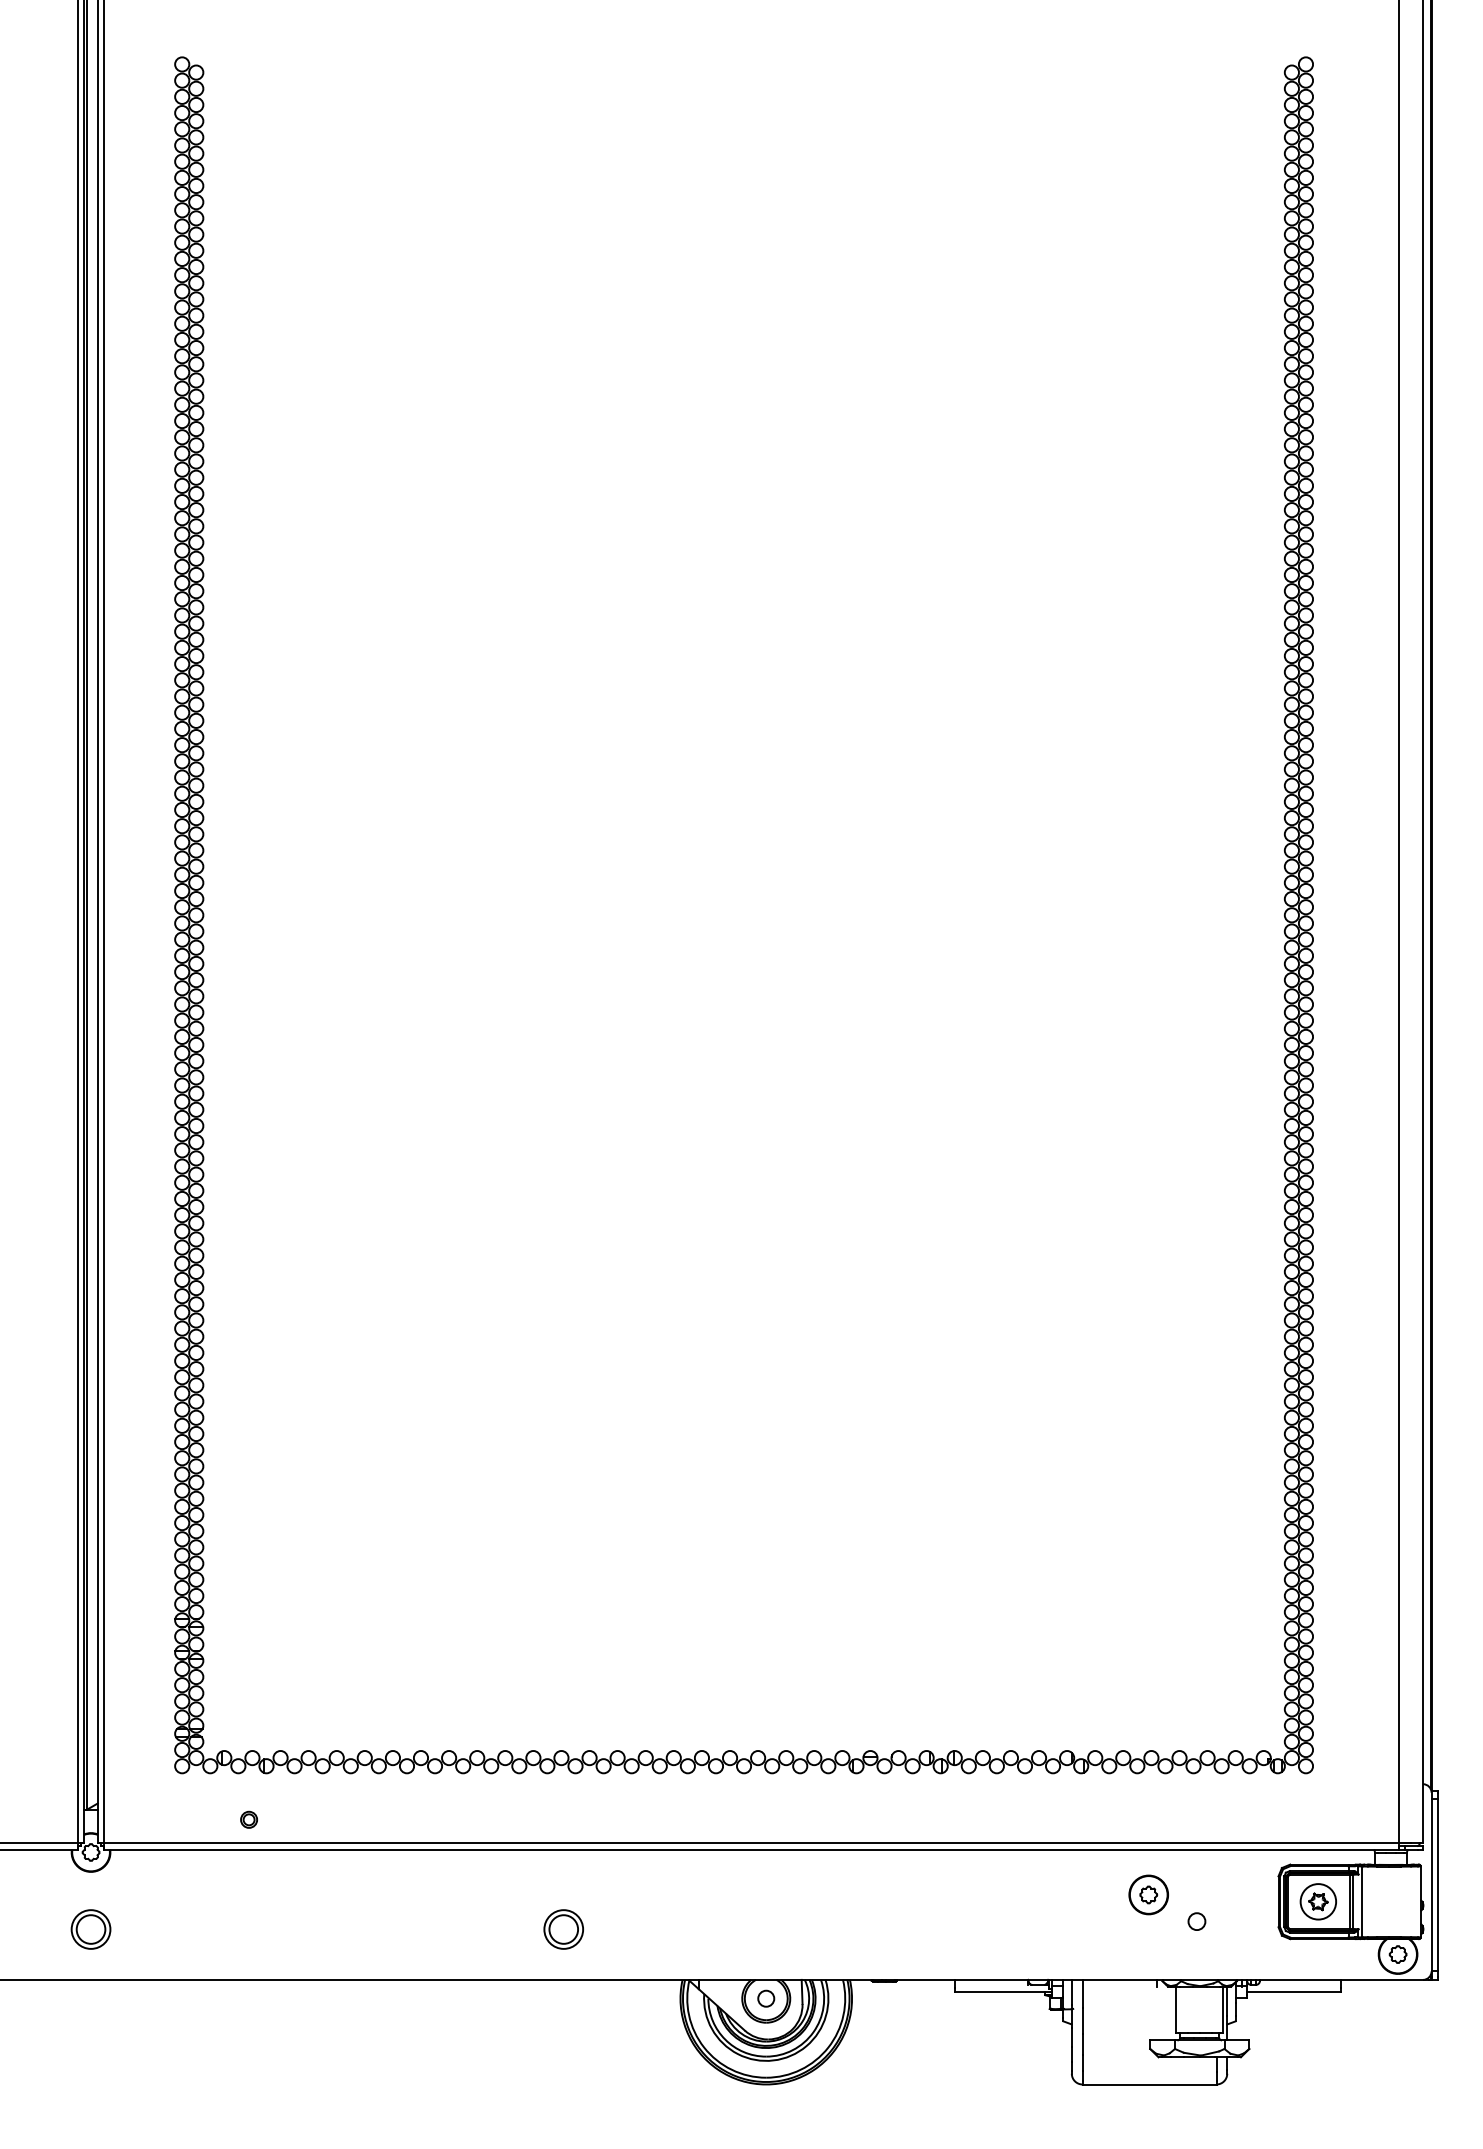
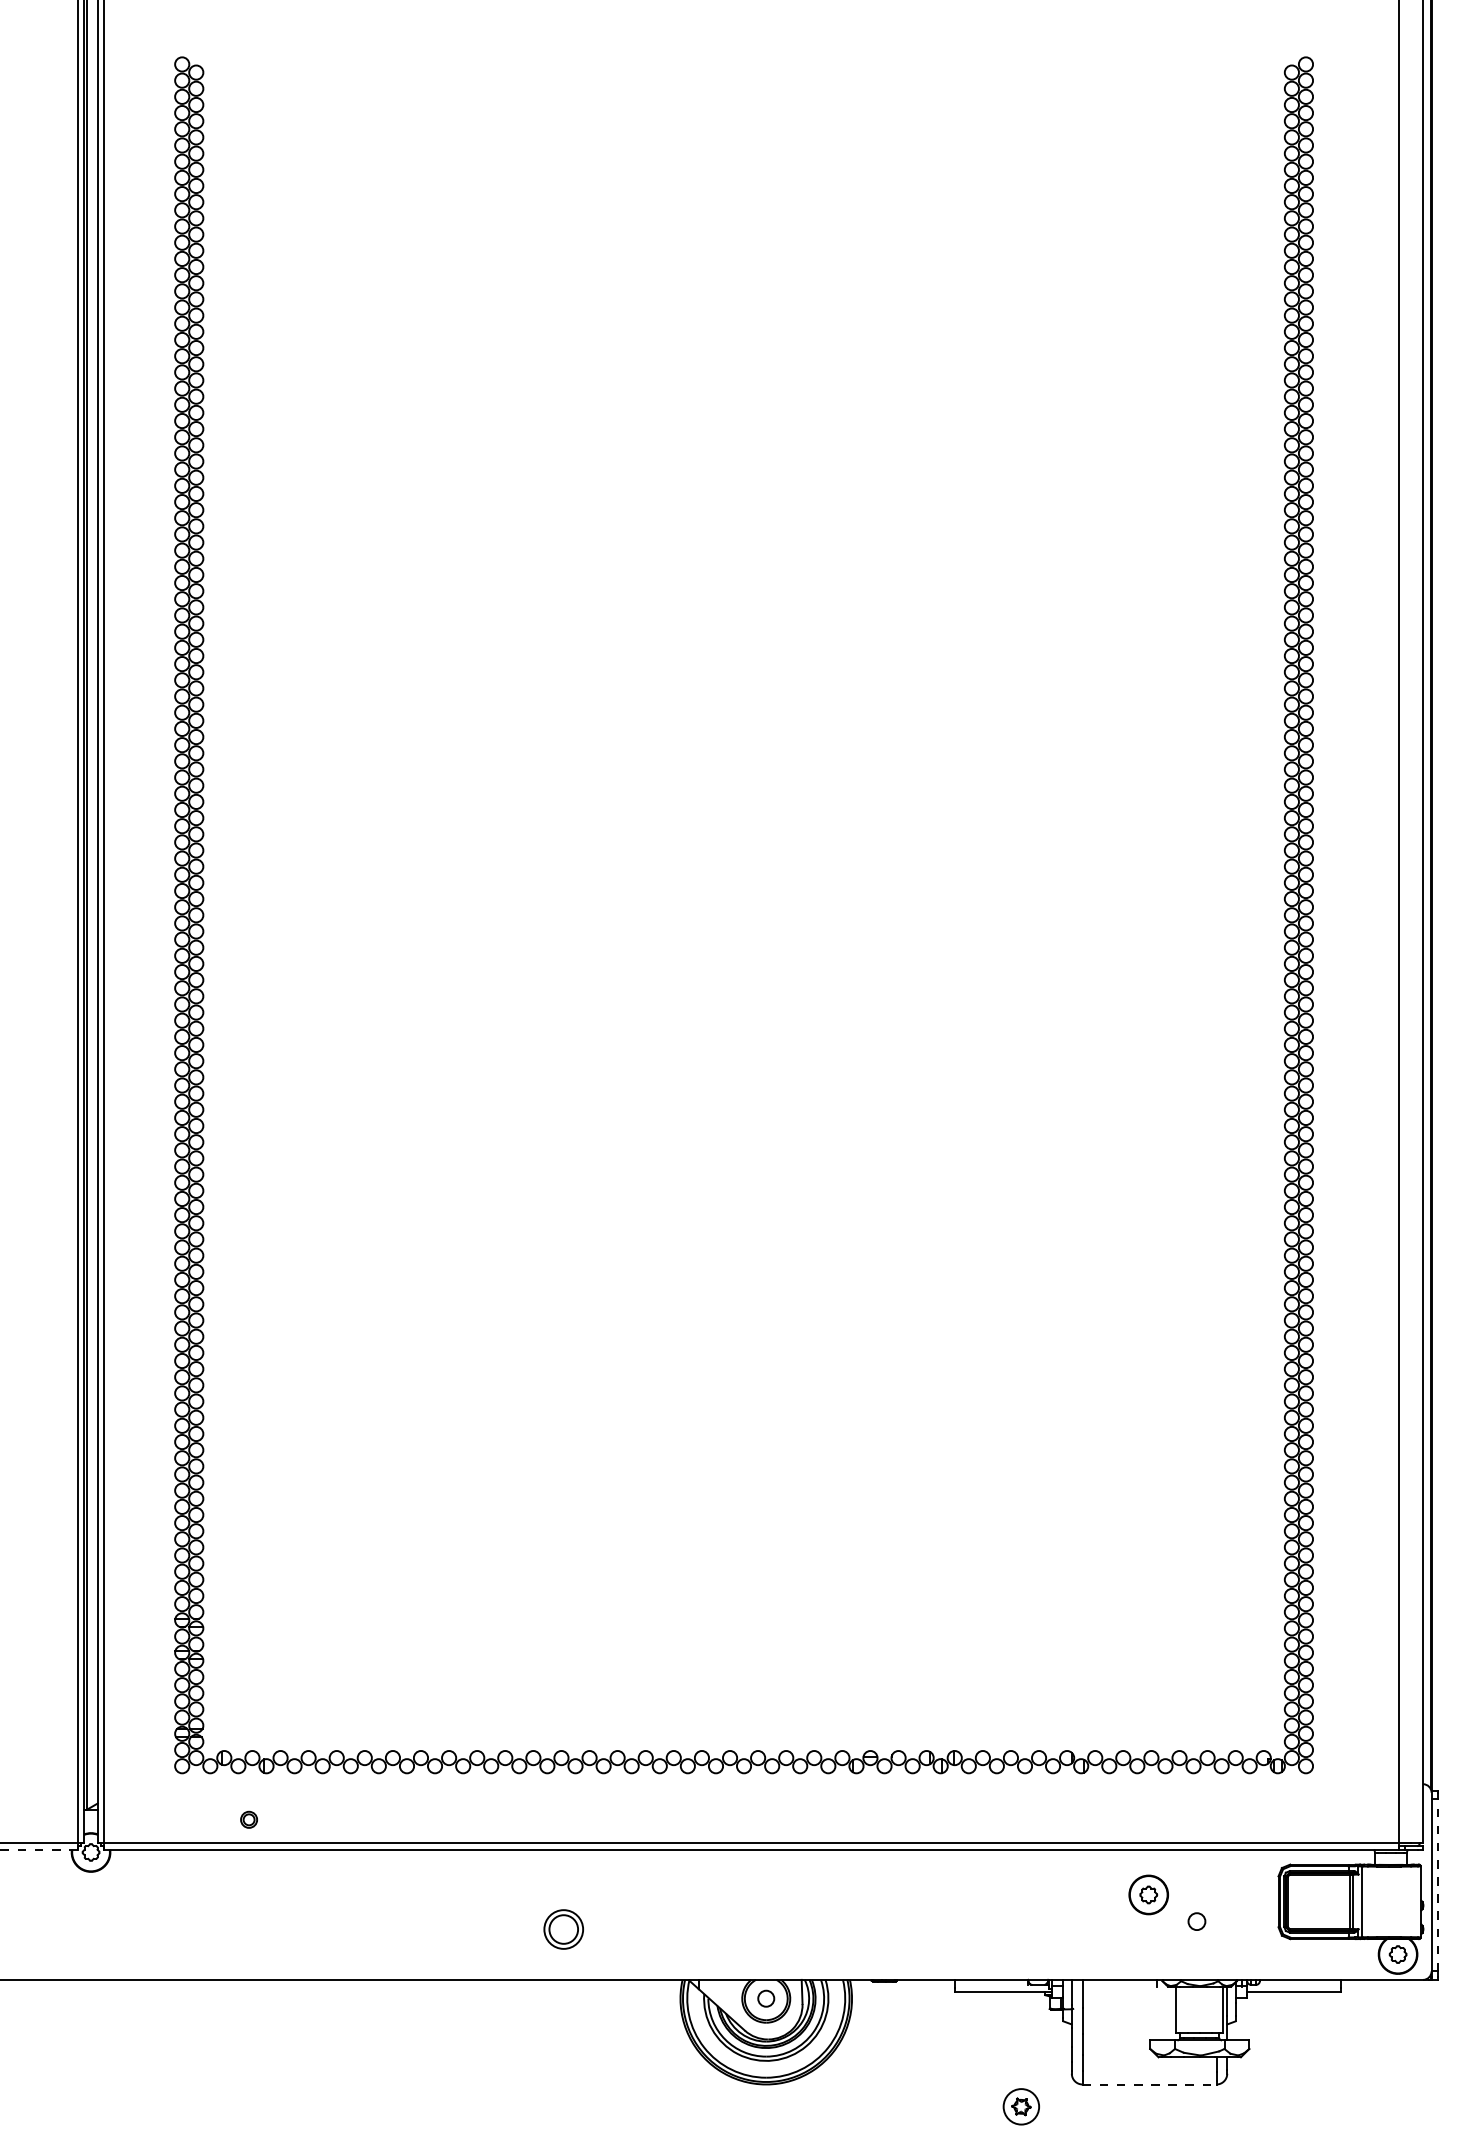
line at (39, 1849): solid -> dashed
line at (1438, 1884): solid -> dashed
part at (1317, 1901) position: (1317, 1901) -> (1020, 2106)
part at (90, 1929): present -> none
line at (1149, 2084): solid -> dashed
